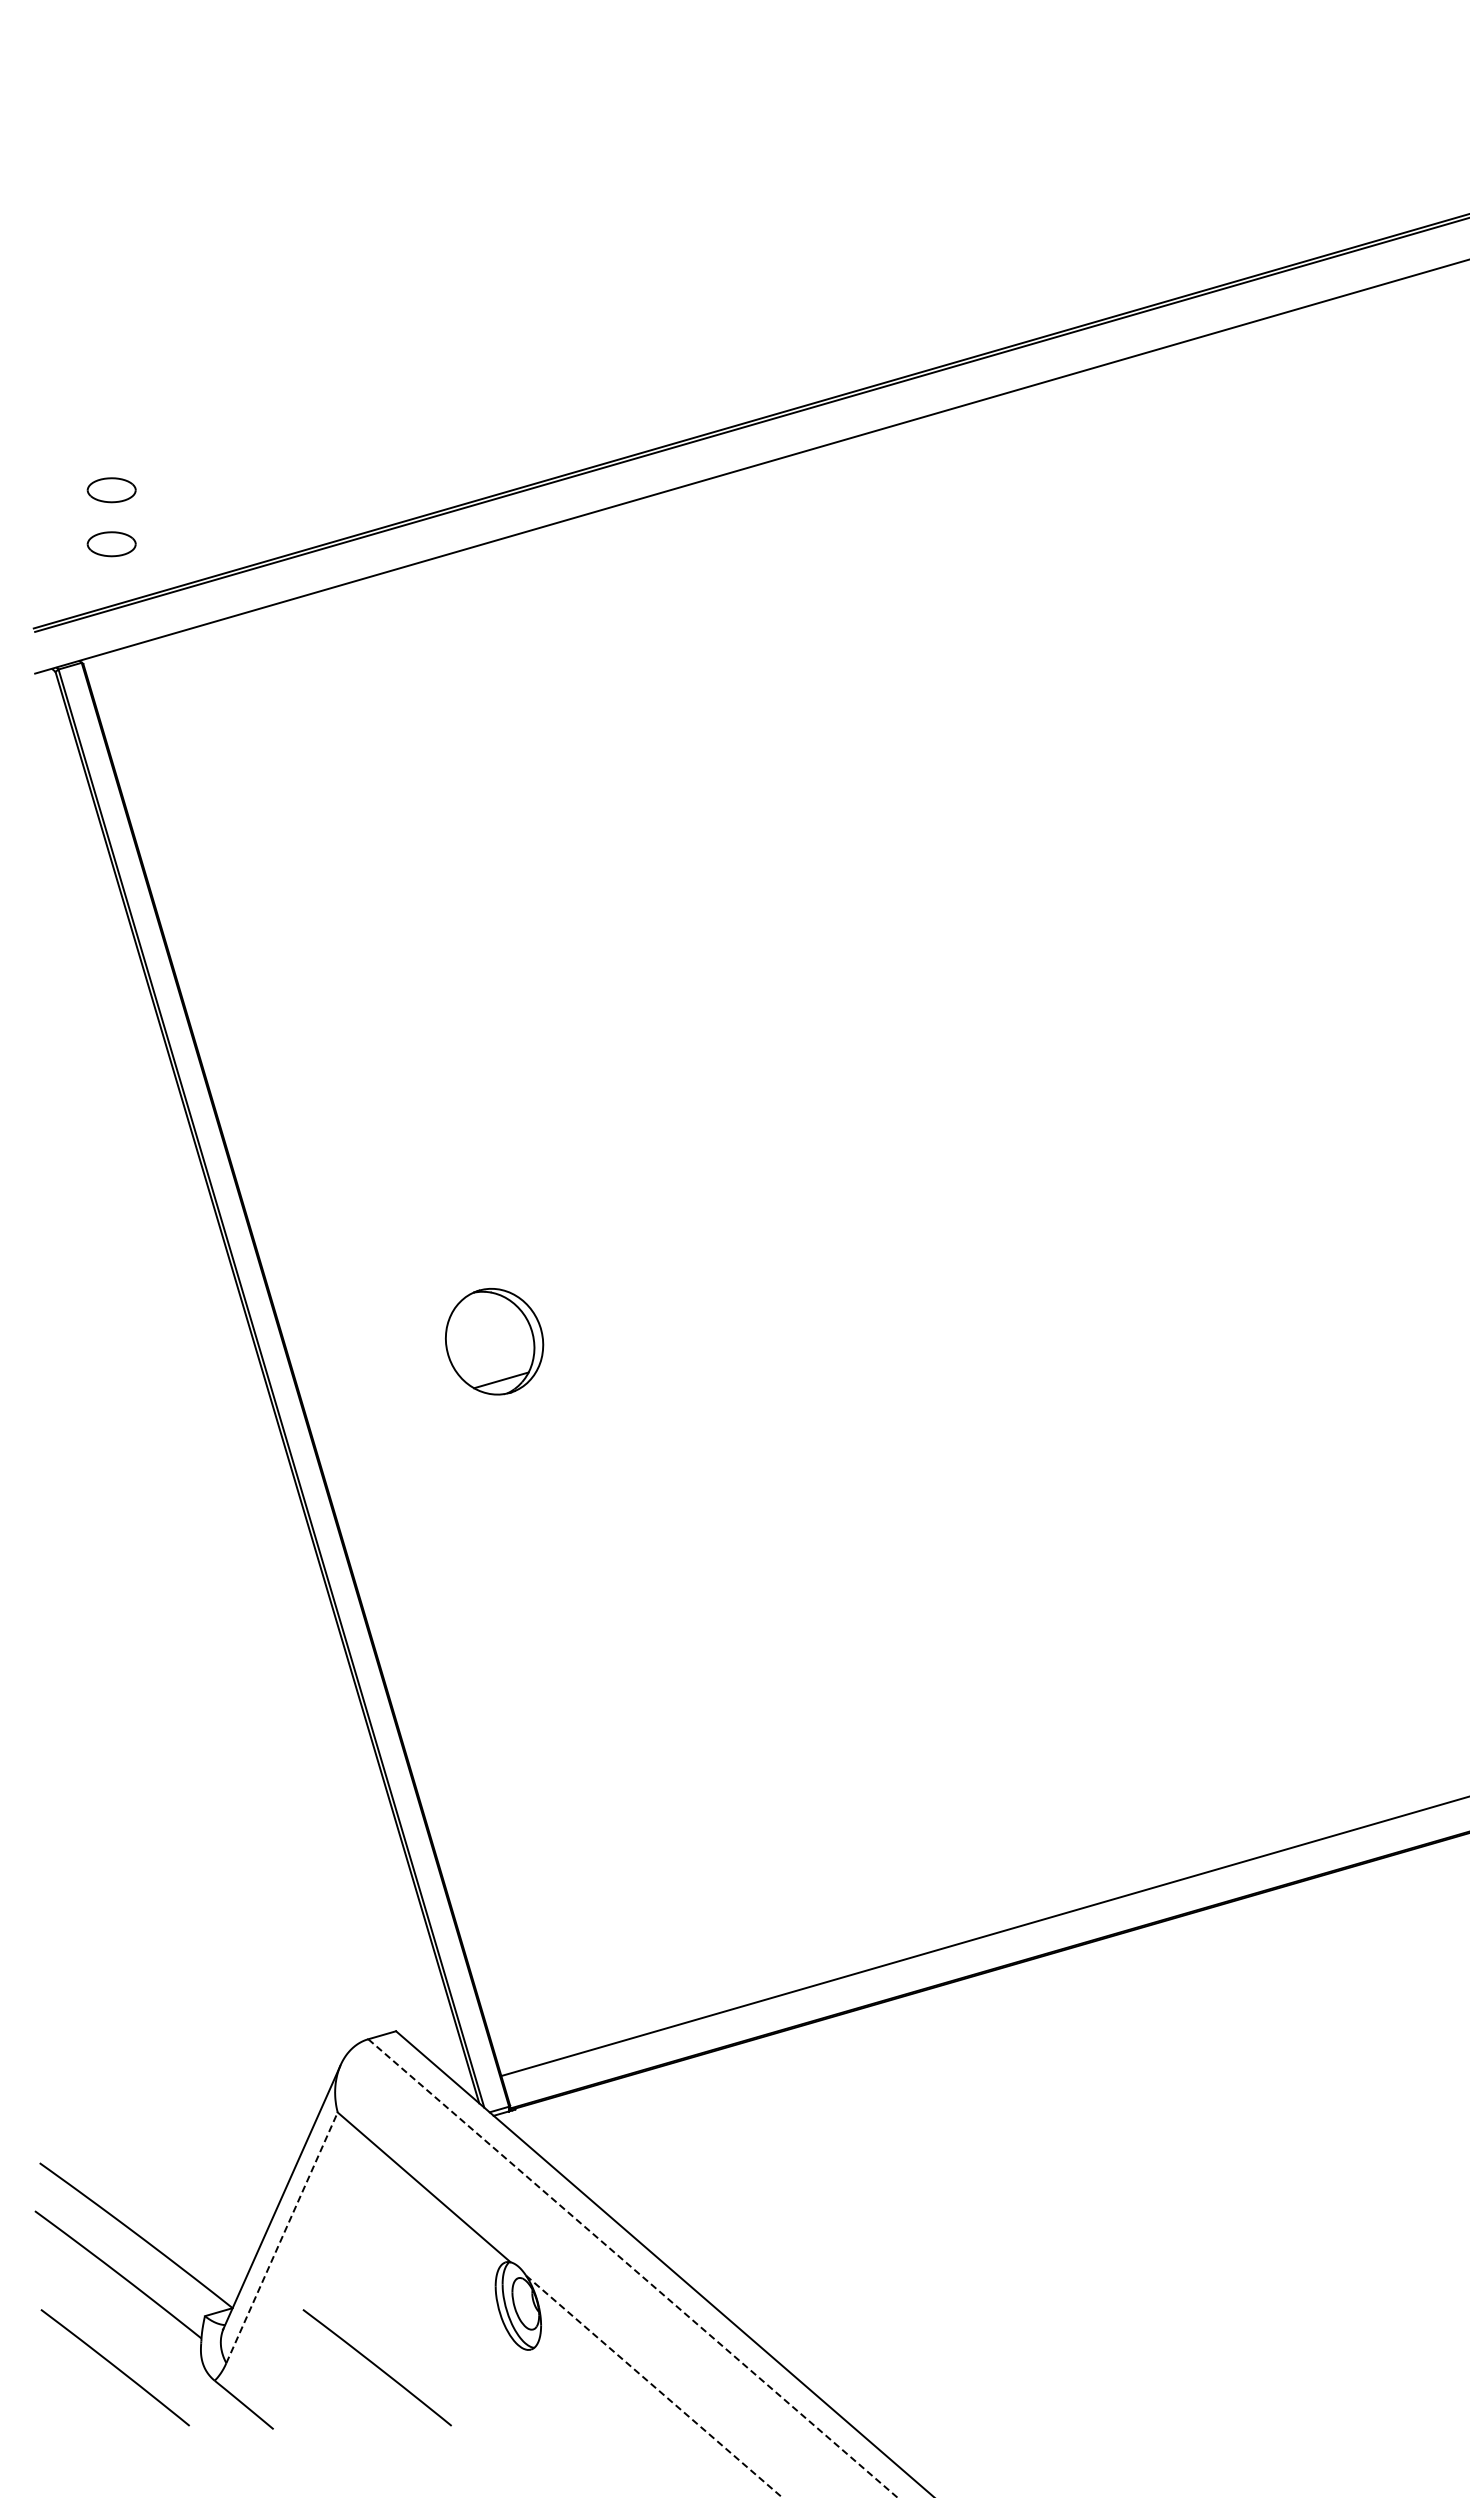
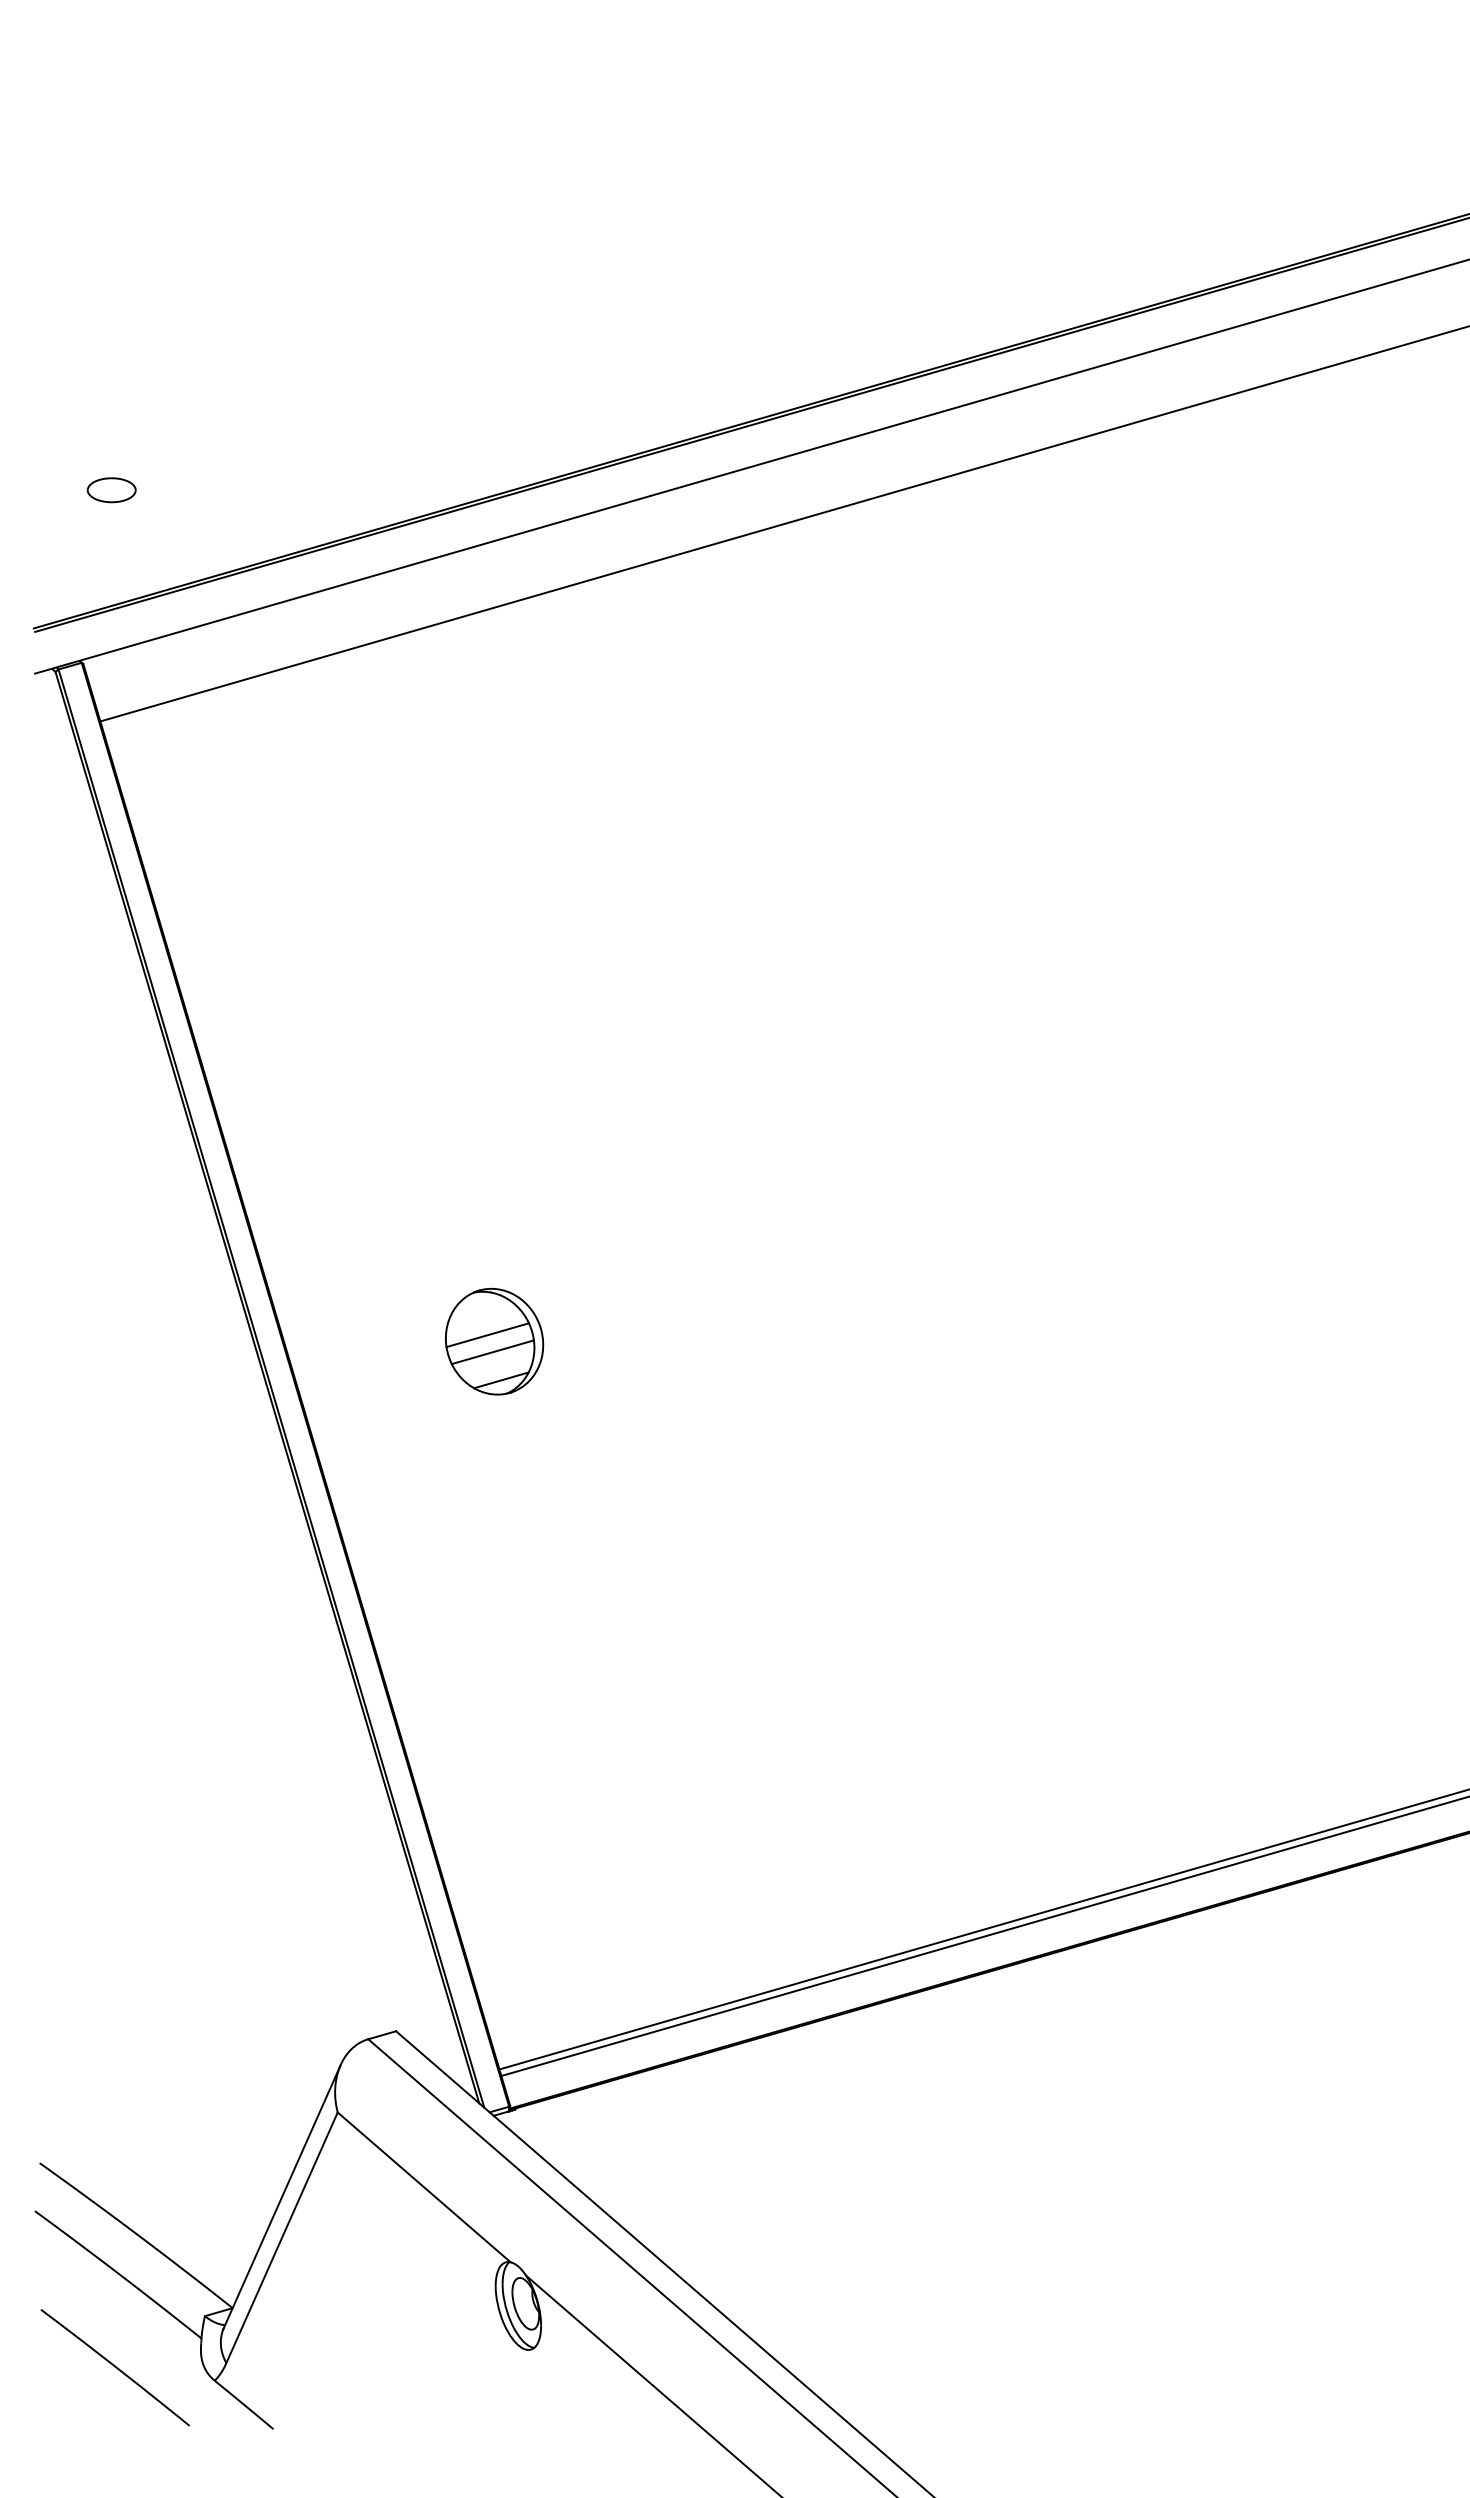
line at (783, 524): none -> present
part at (111, 544): present -> none
line at (487, 1335): none -> present
line at (492, 1352): none -> present
line at (982, 1929): none -> present
line at (282, 2237): dashed -> solid
line at (632, 2268): dashed -> solid
line at (376, 2367): present -> none
line at (654, 2386): dashed -> solid
